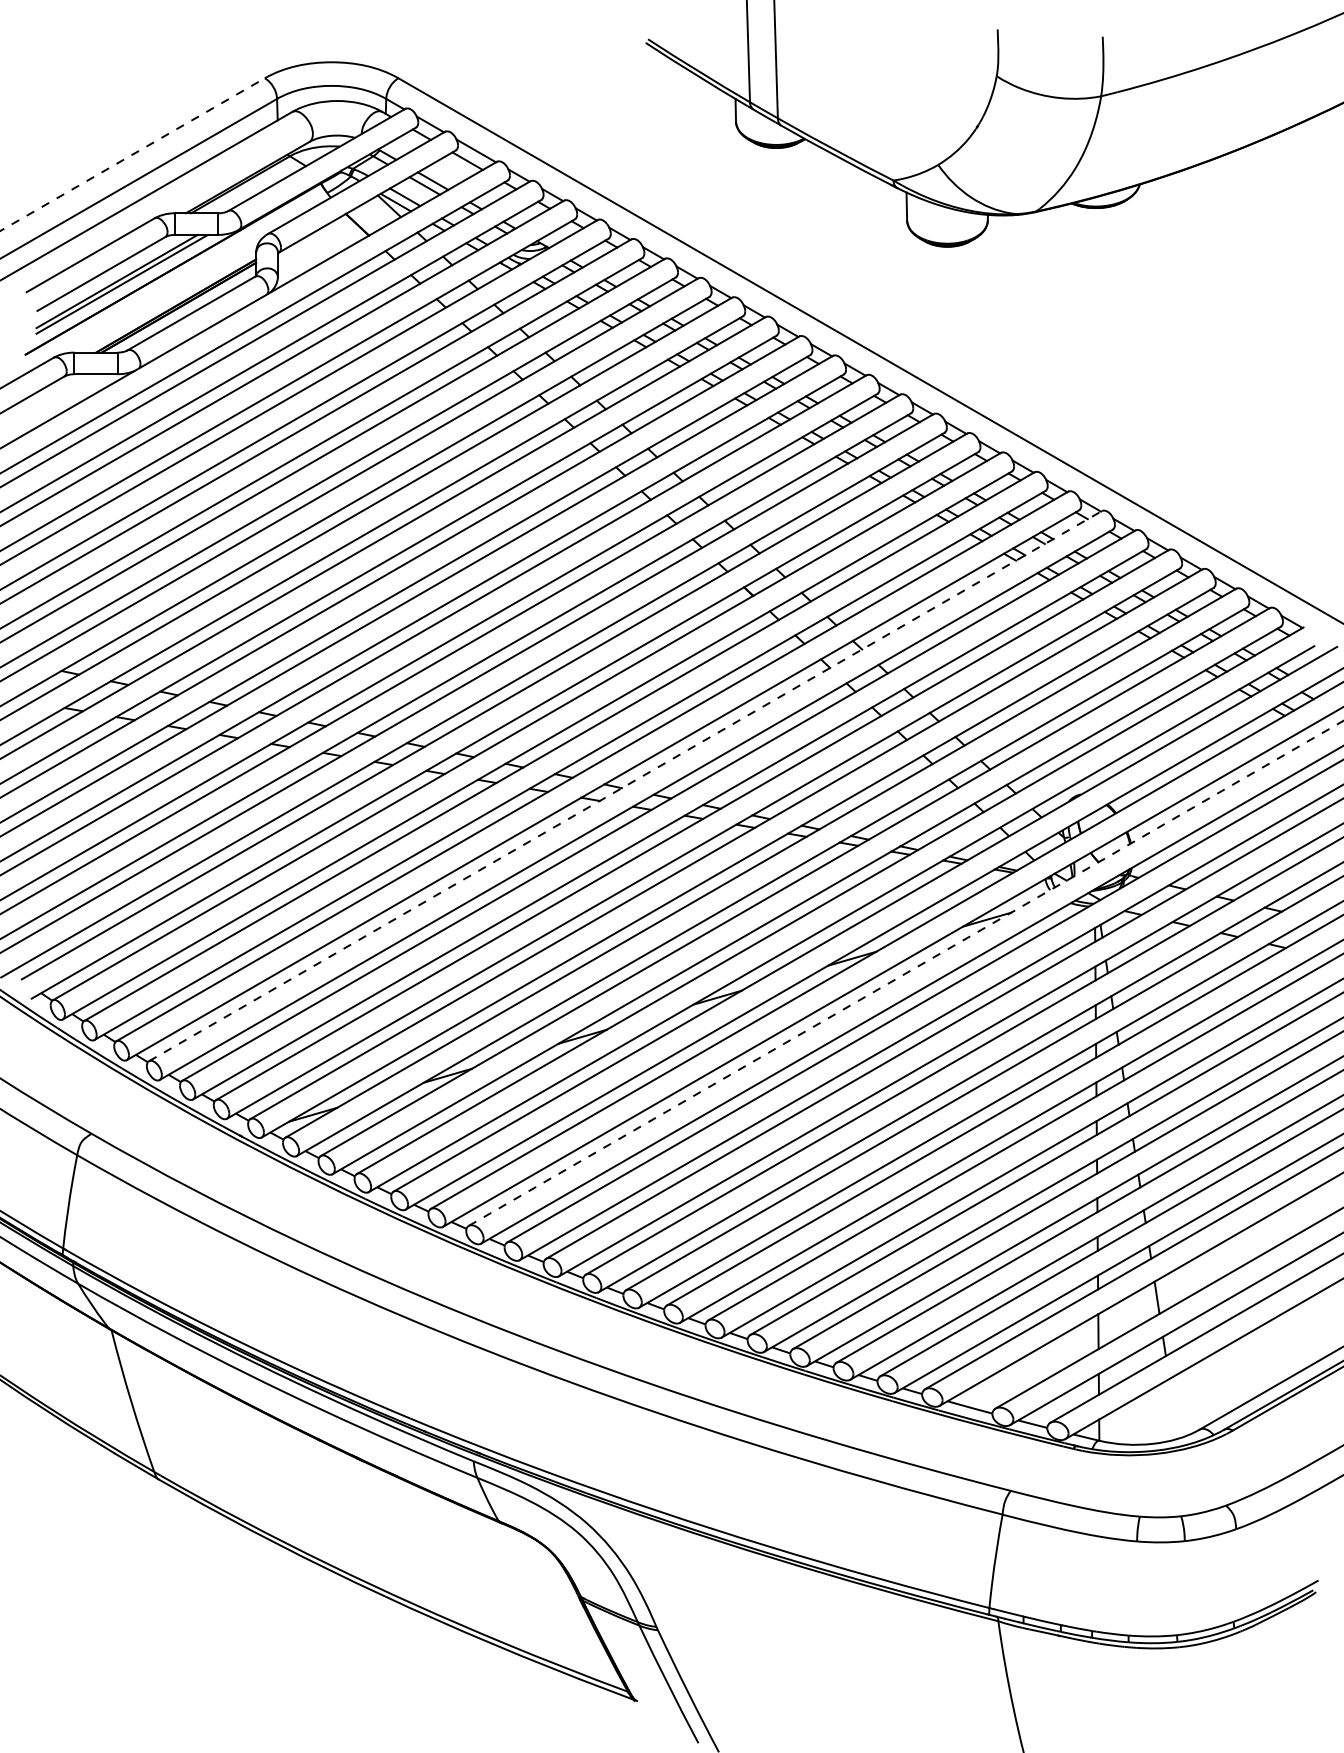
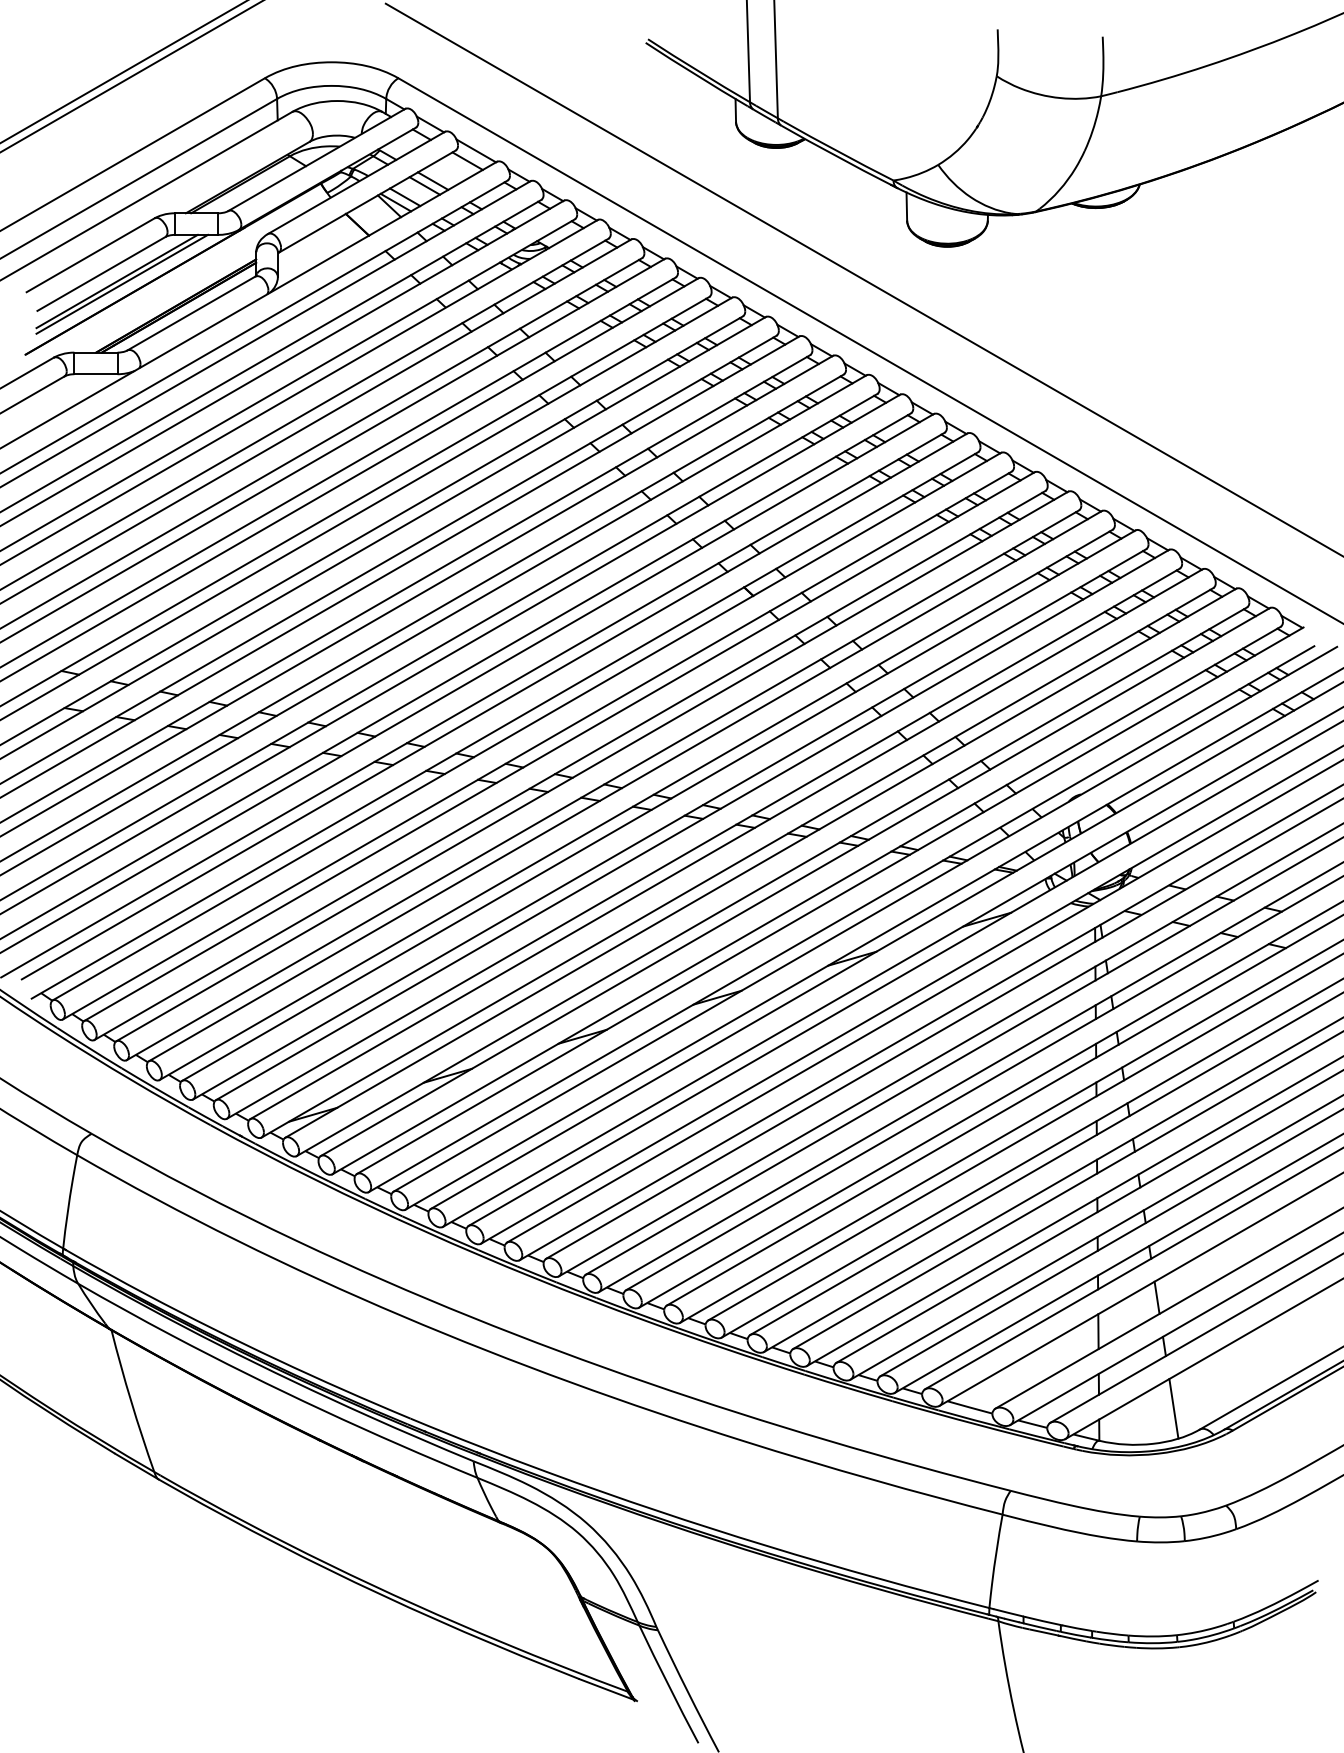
line at (123, 72): none -> present
line at (131, 76): none -> present
line at (132, 154): dashed -> solid
line at (862, 278): none -> present
line at (625, 785): dashed -> solid
line at (906, 973): dashed -> solid
line at (1173, 1408): none -> present
